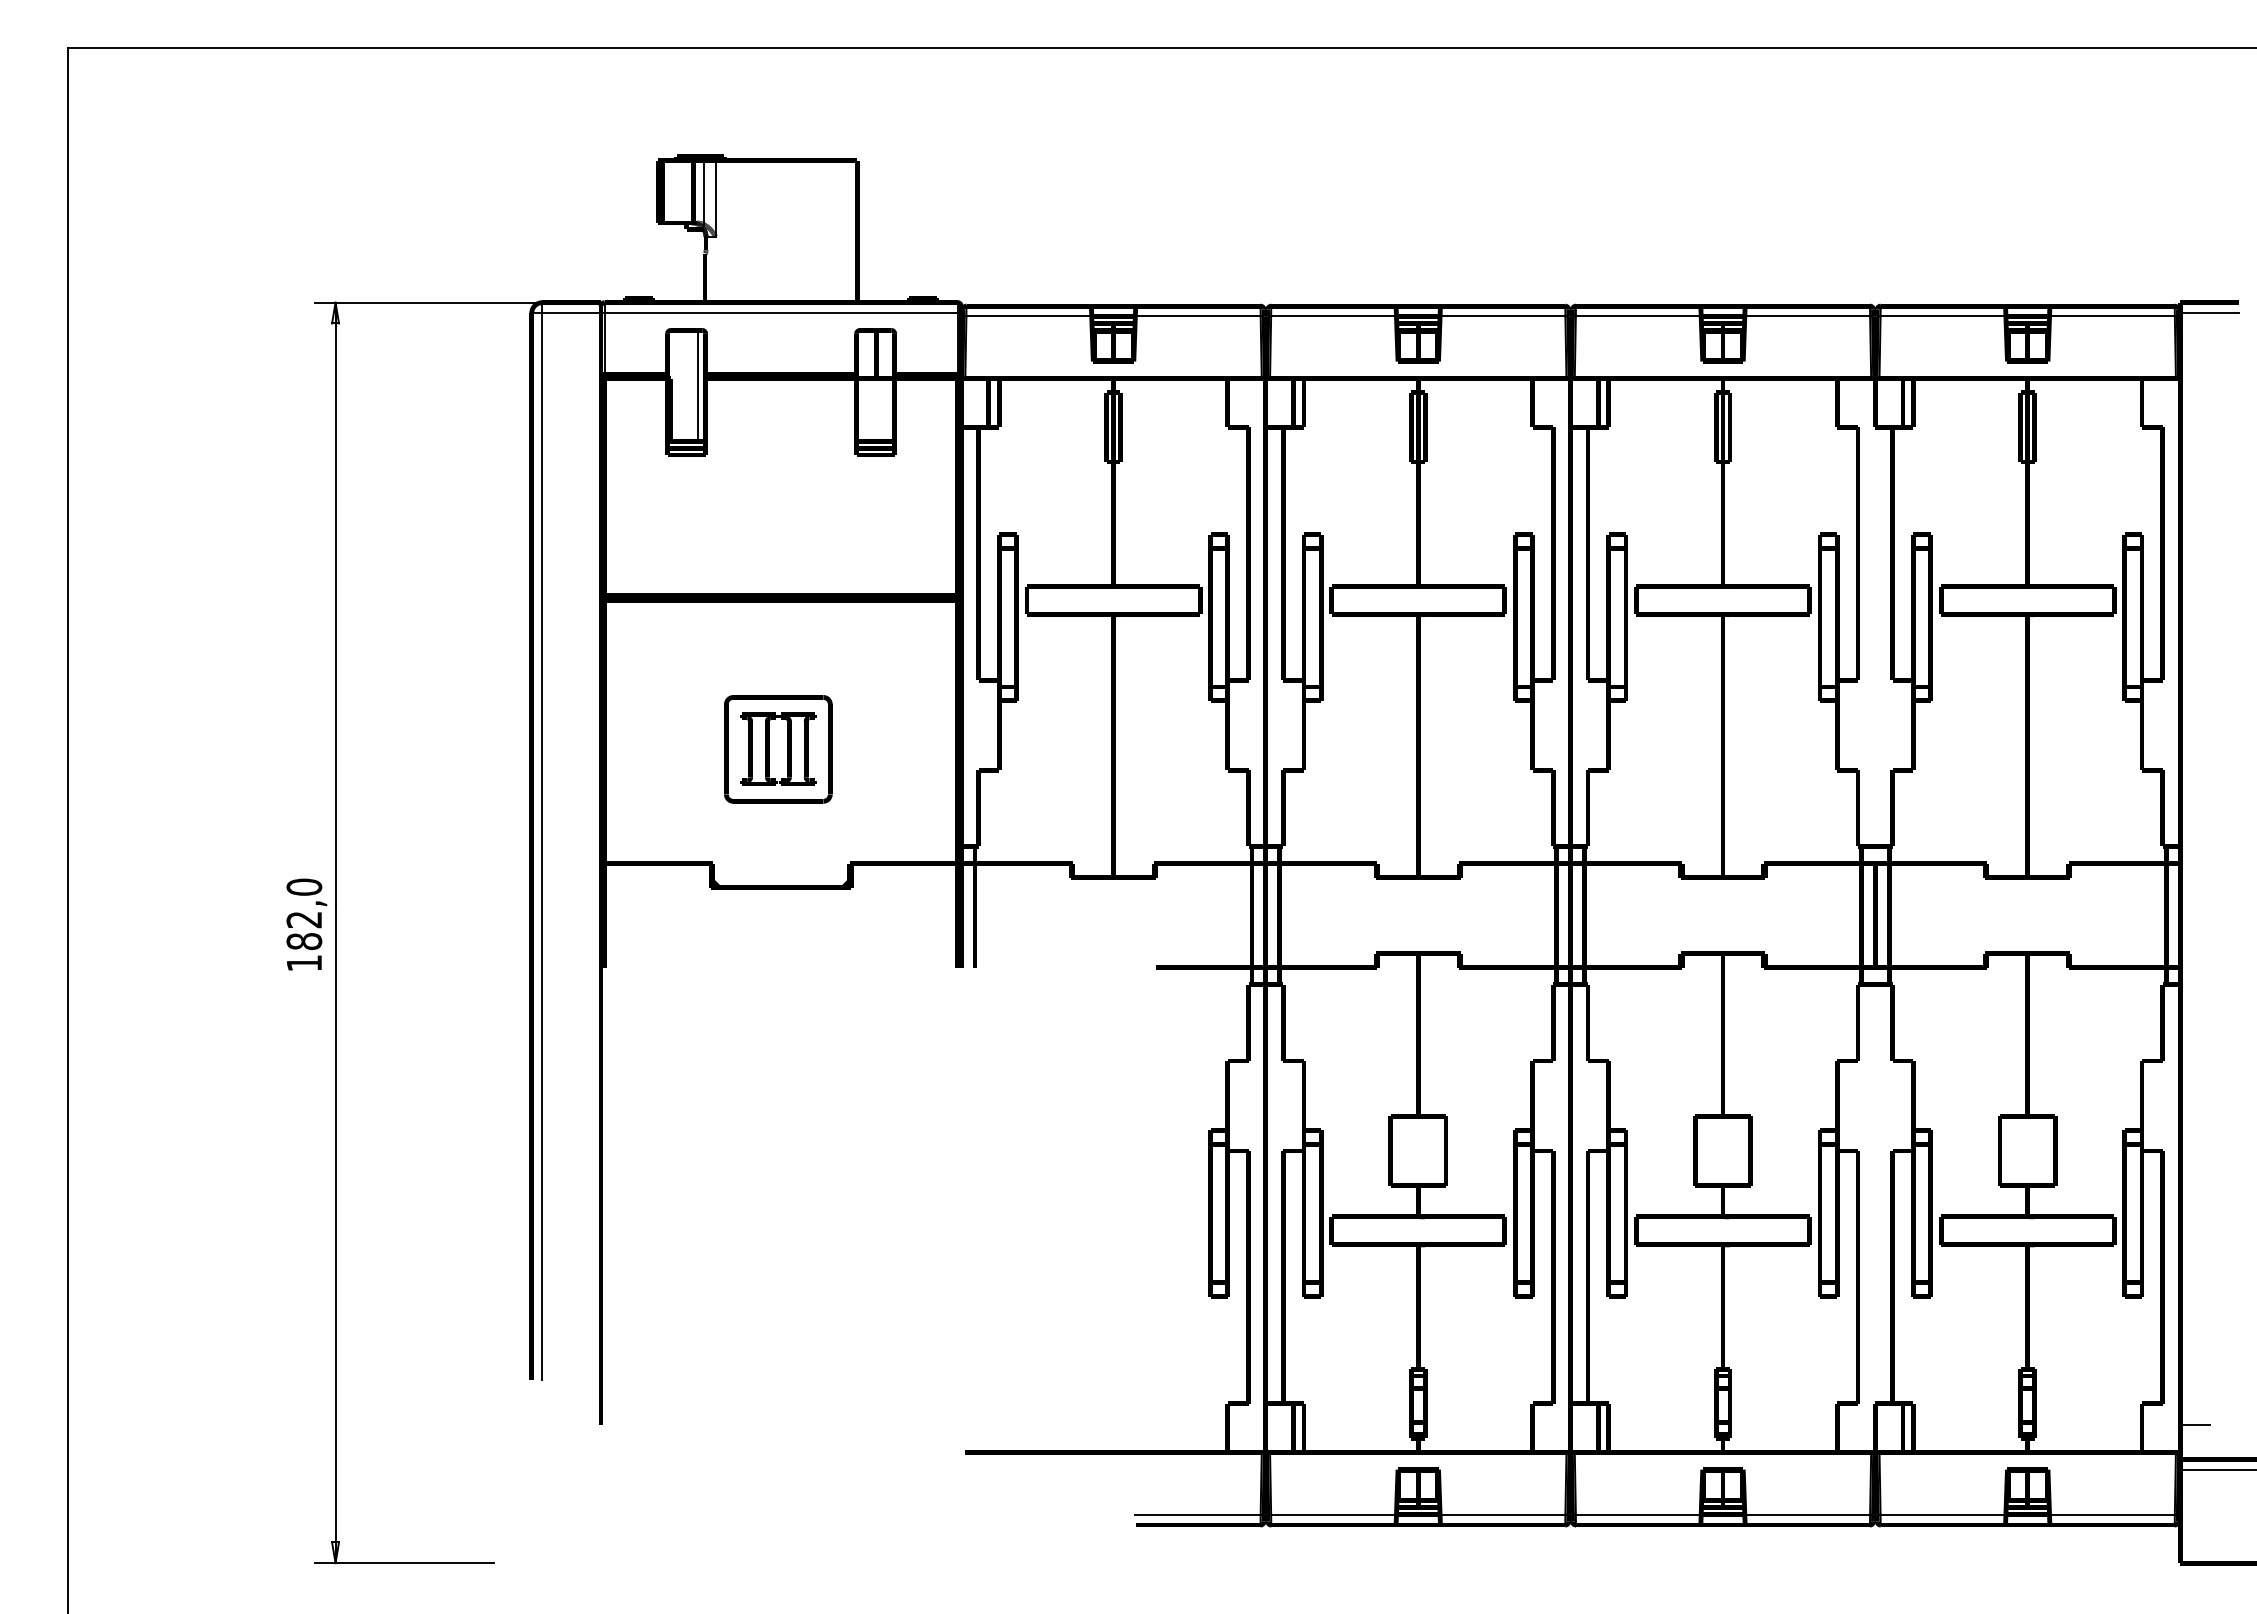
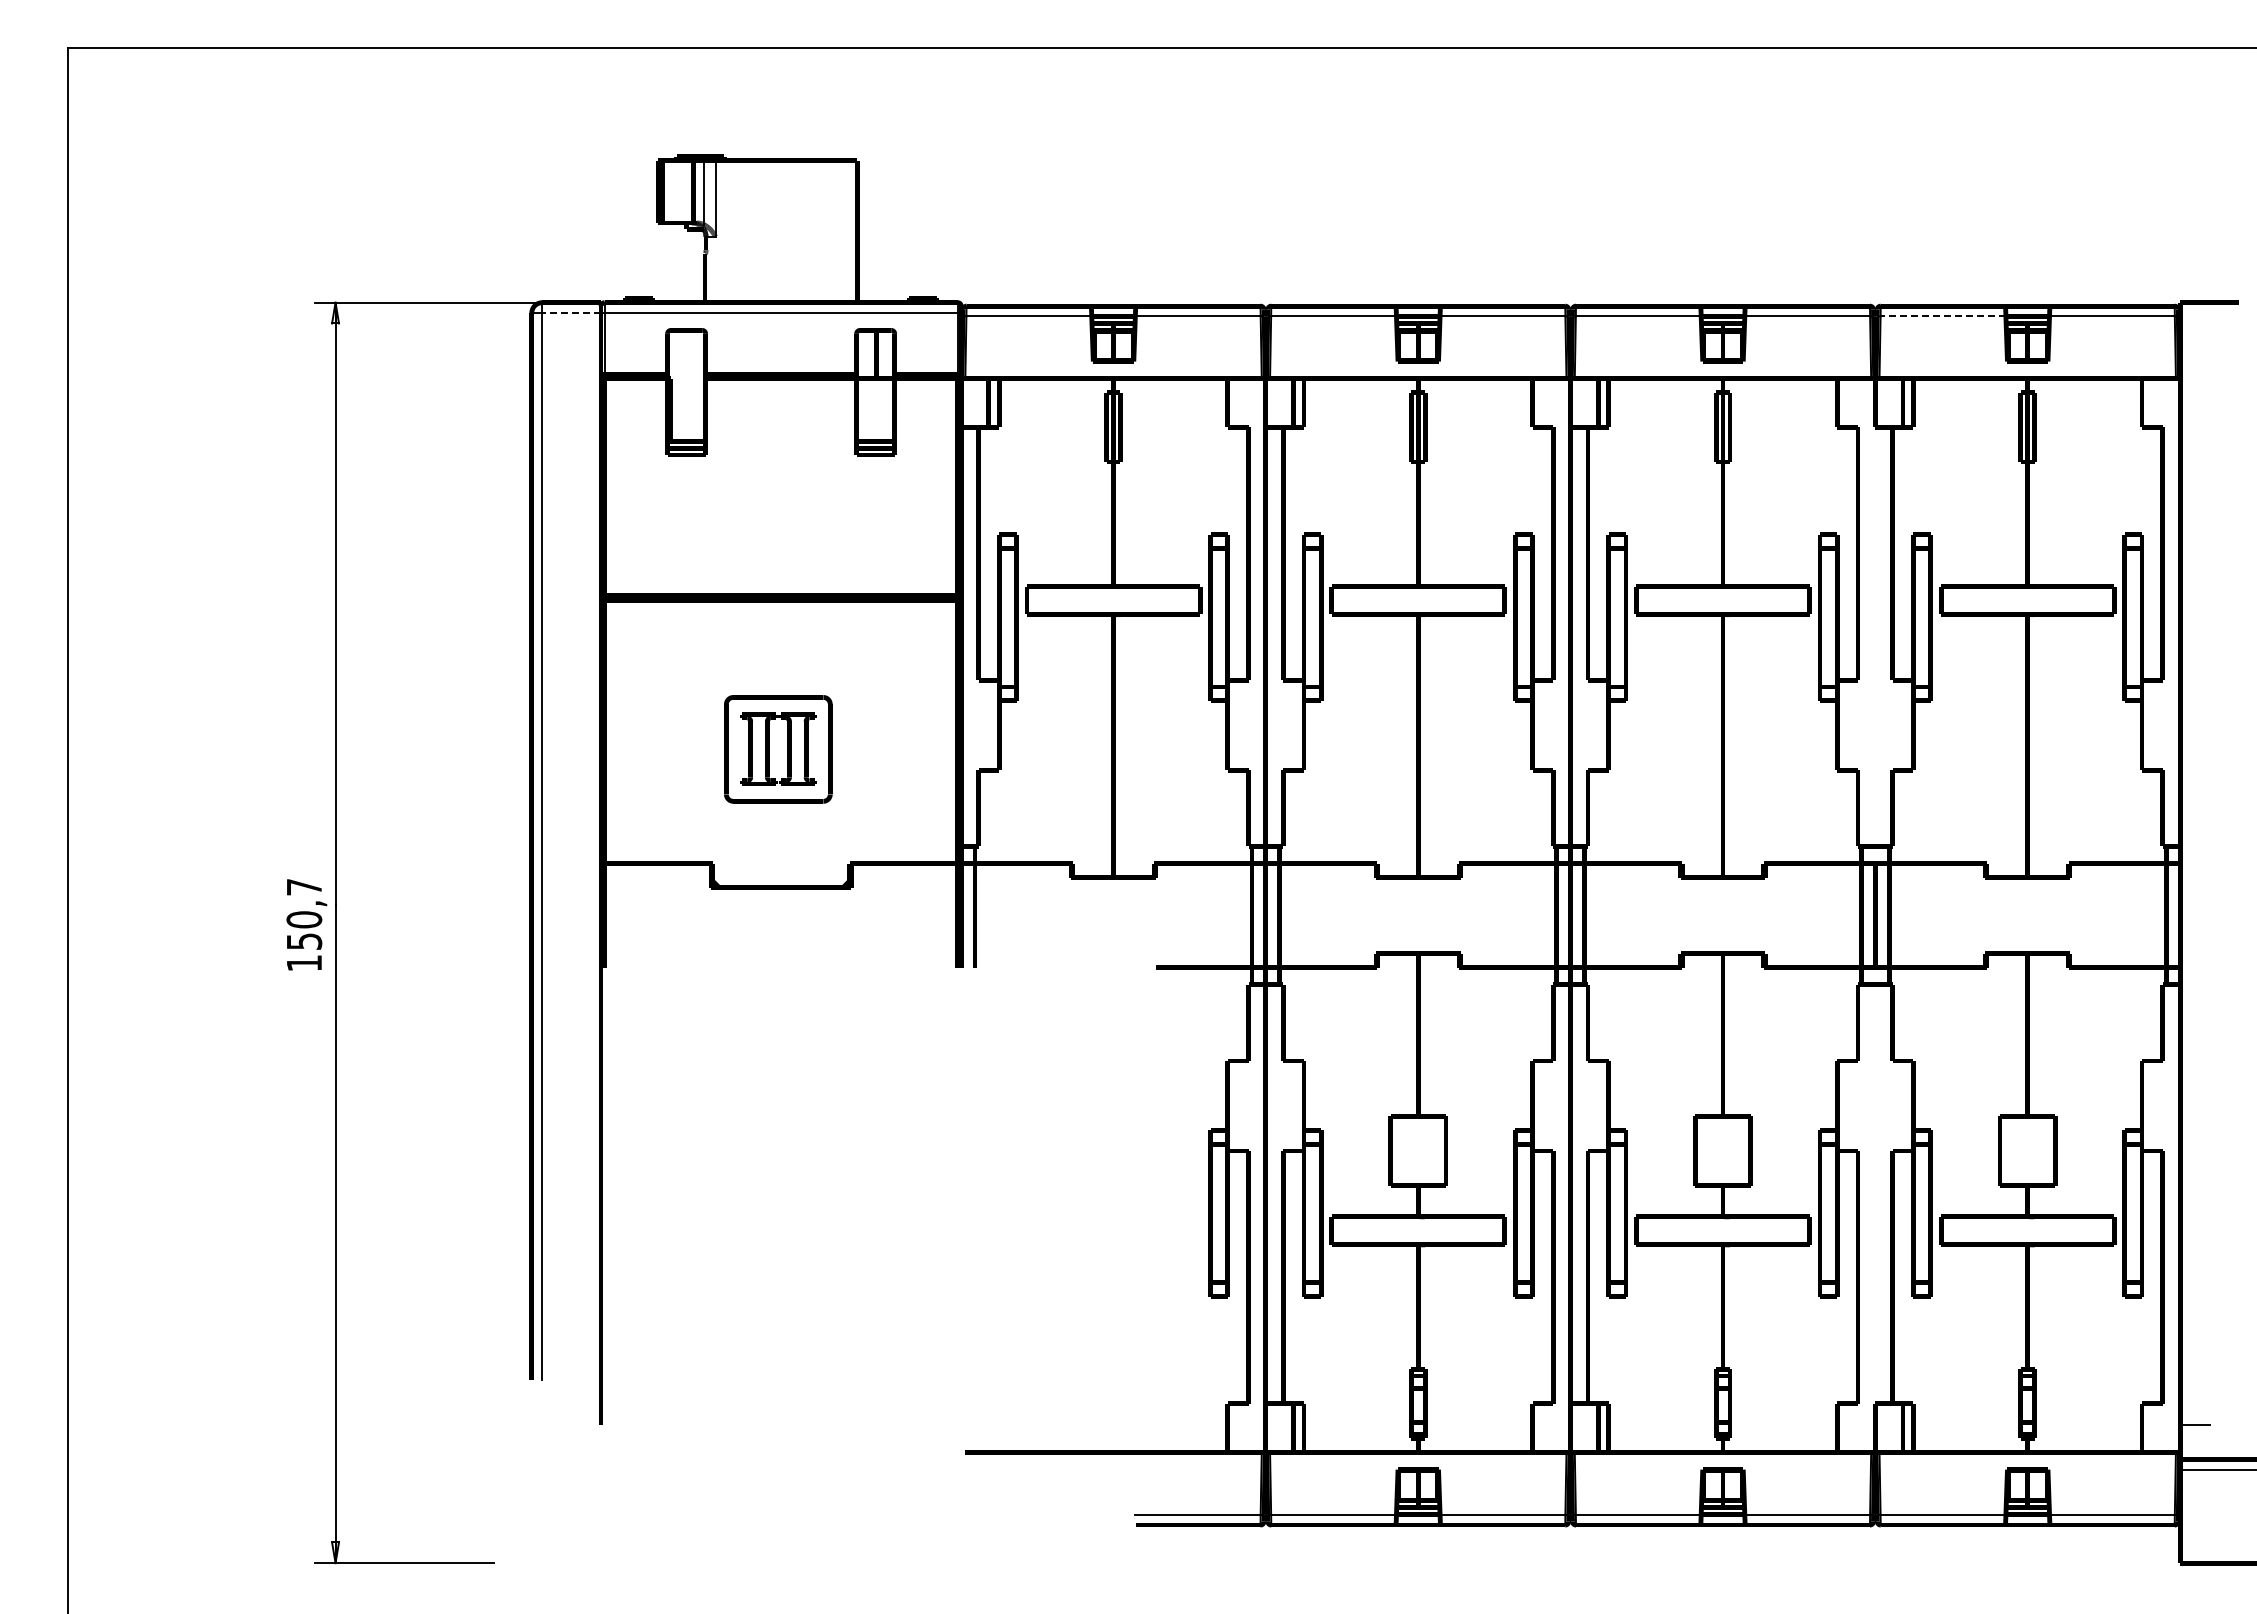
line at (571, 313): solid -> dashed
line at (2209, 313): present -> none
line at (1943, 316): solid -> dashed
line at (698, 385): present -> none
text at (304, 914): 182,0 -> 150,7
